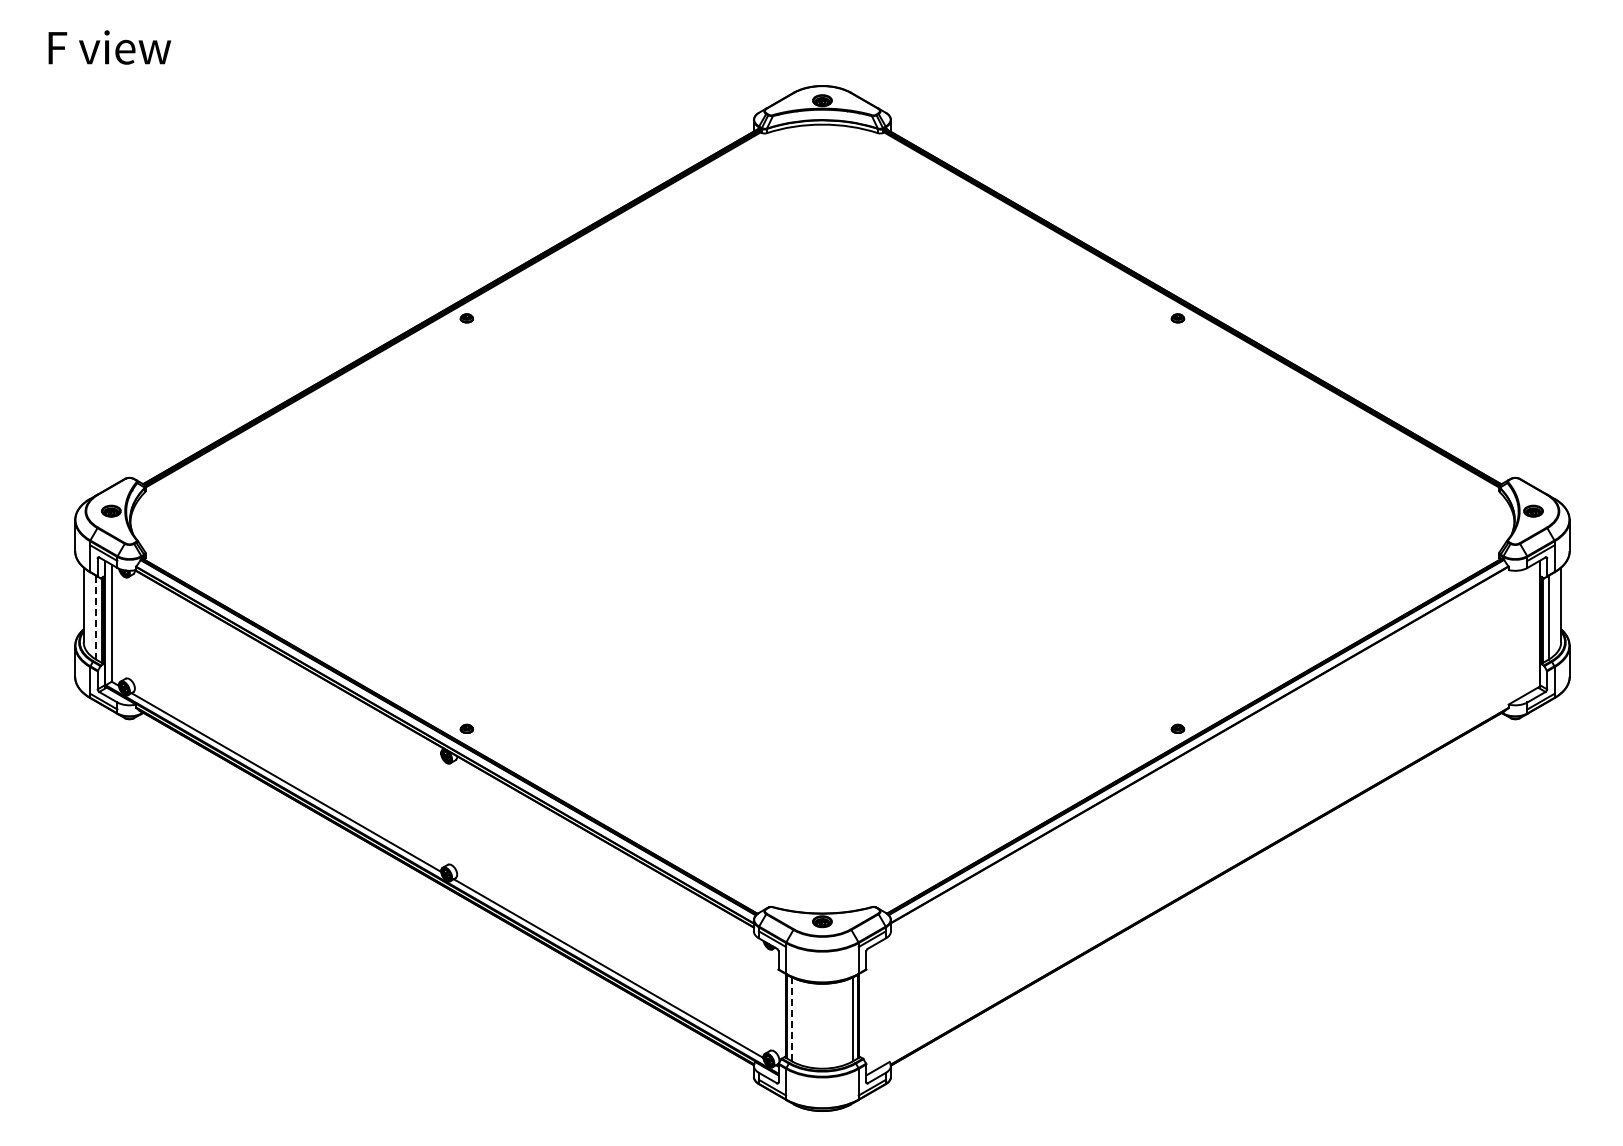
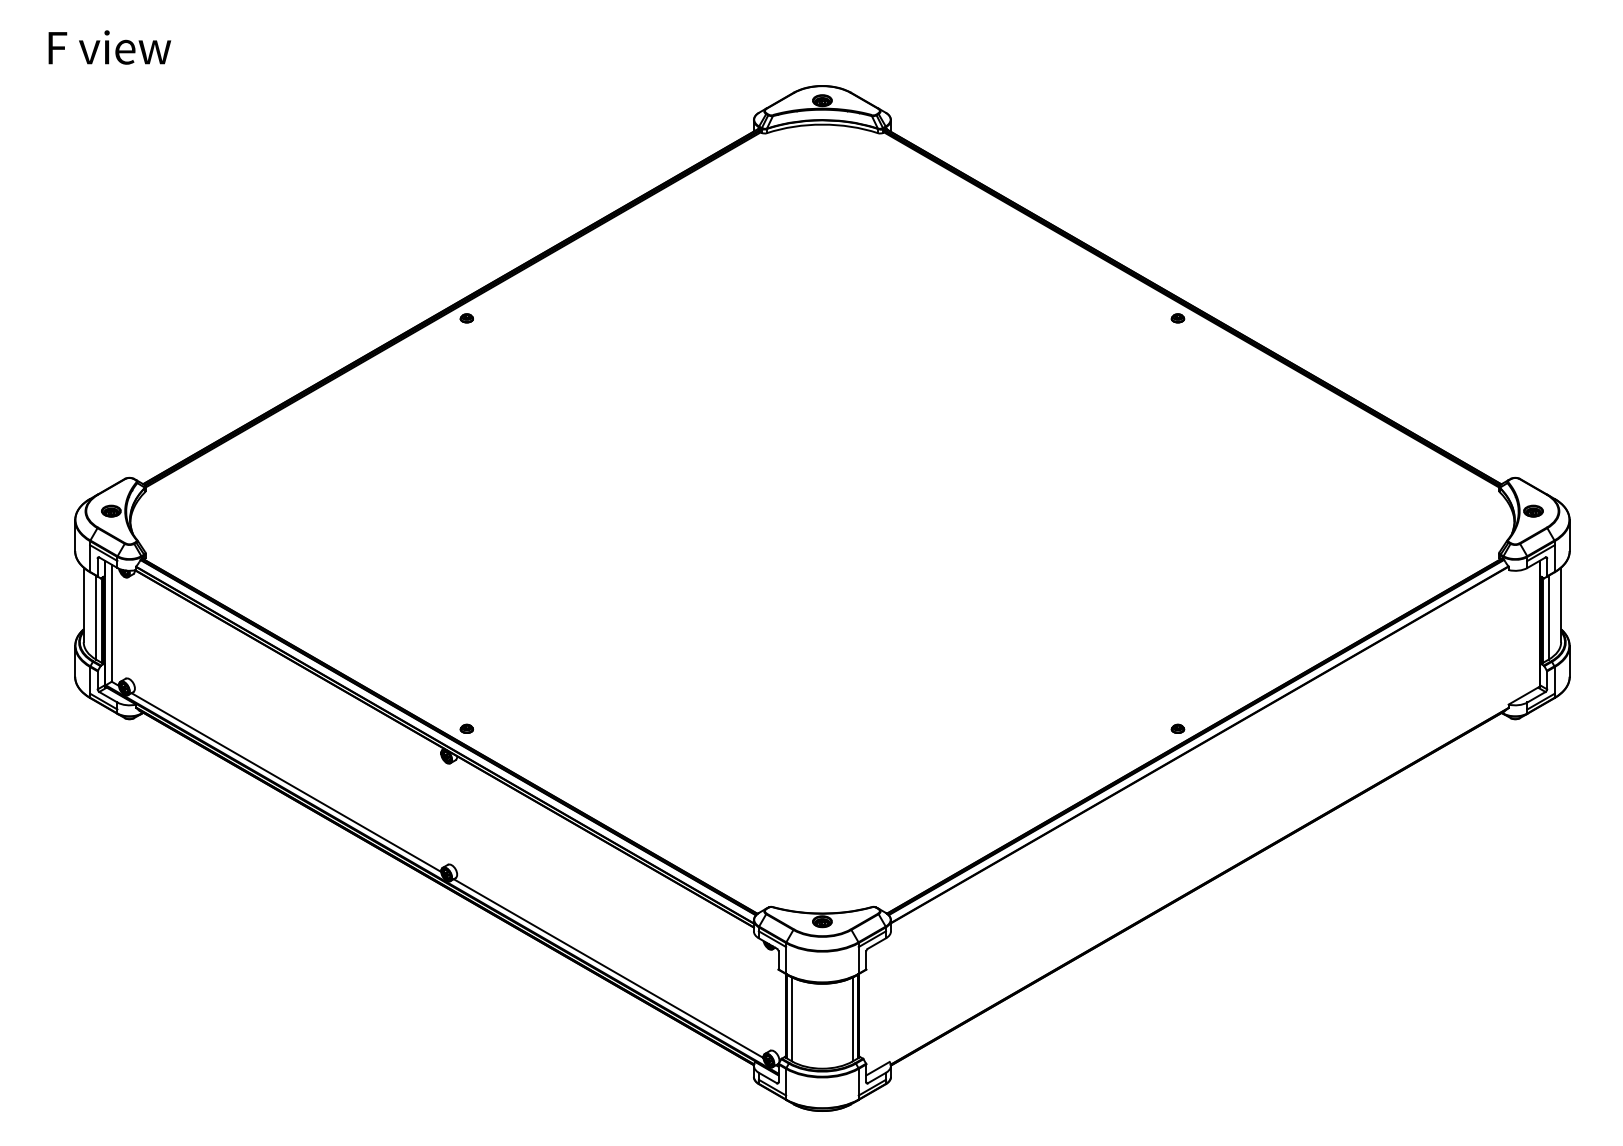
line at (96, 617): dashed -> solid
line at (792, 1019): dashed -> solid
